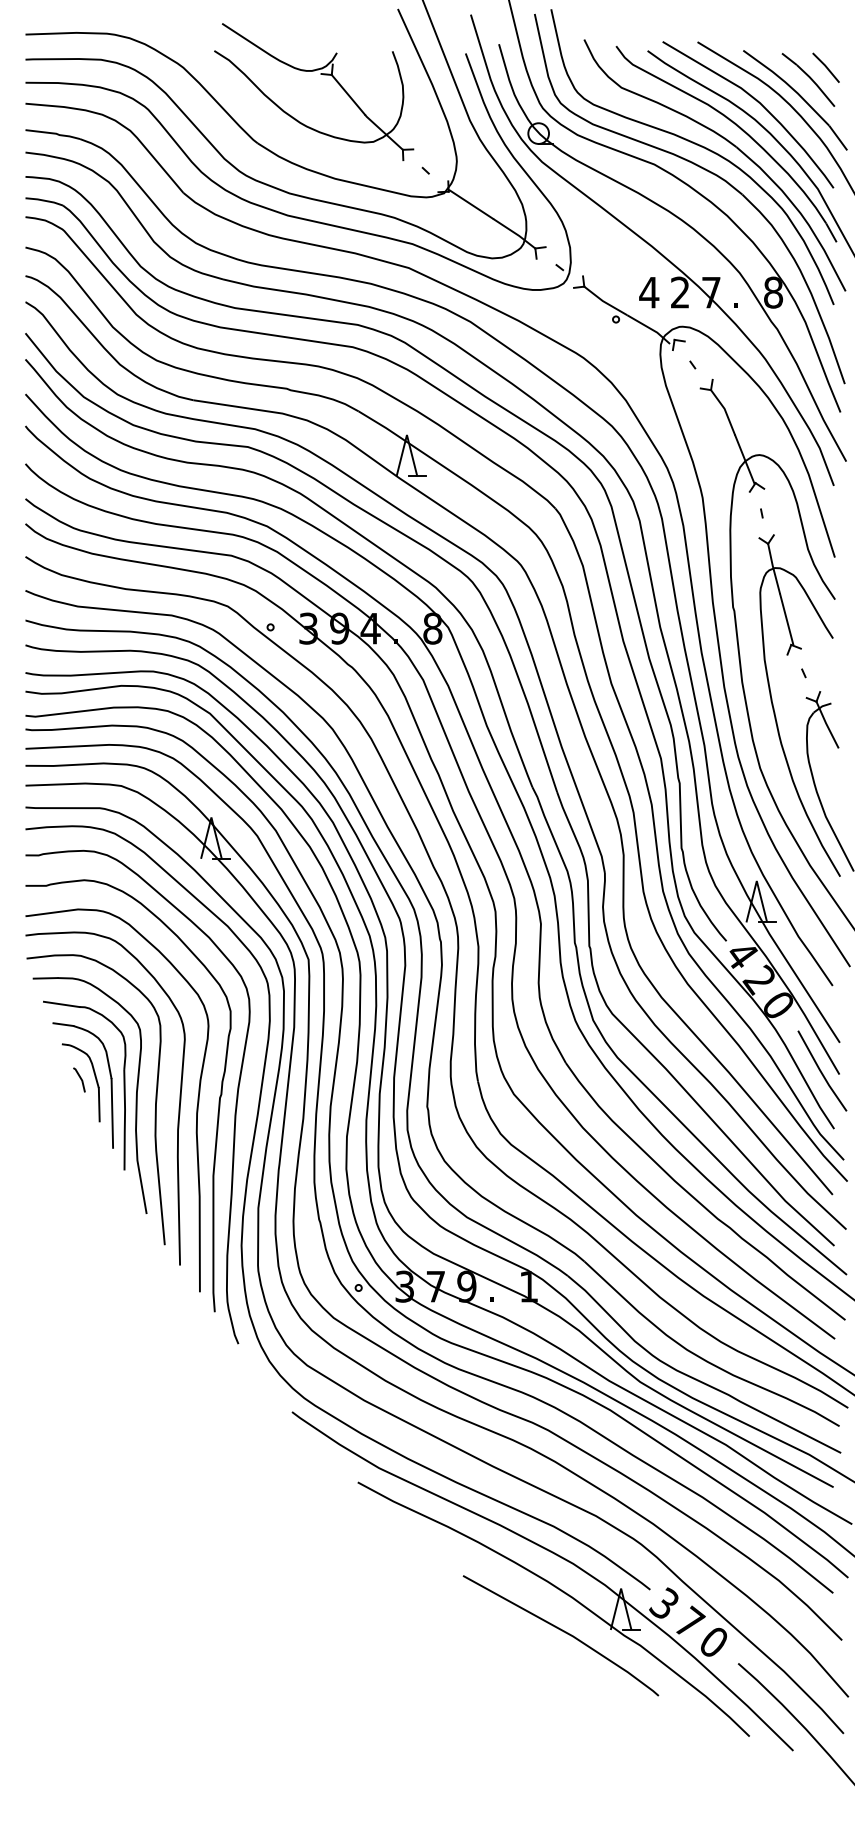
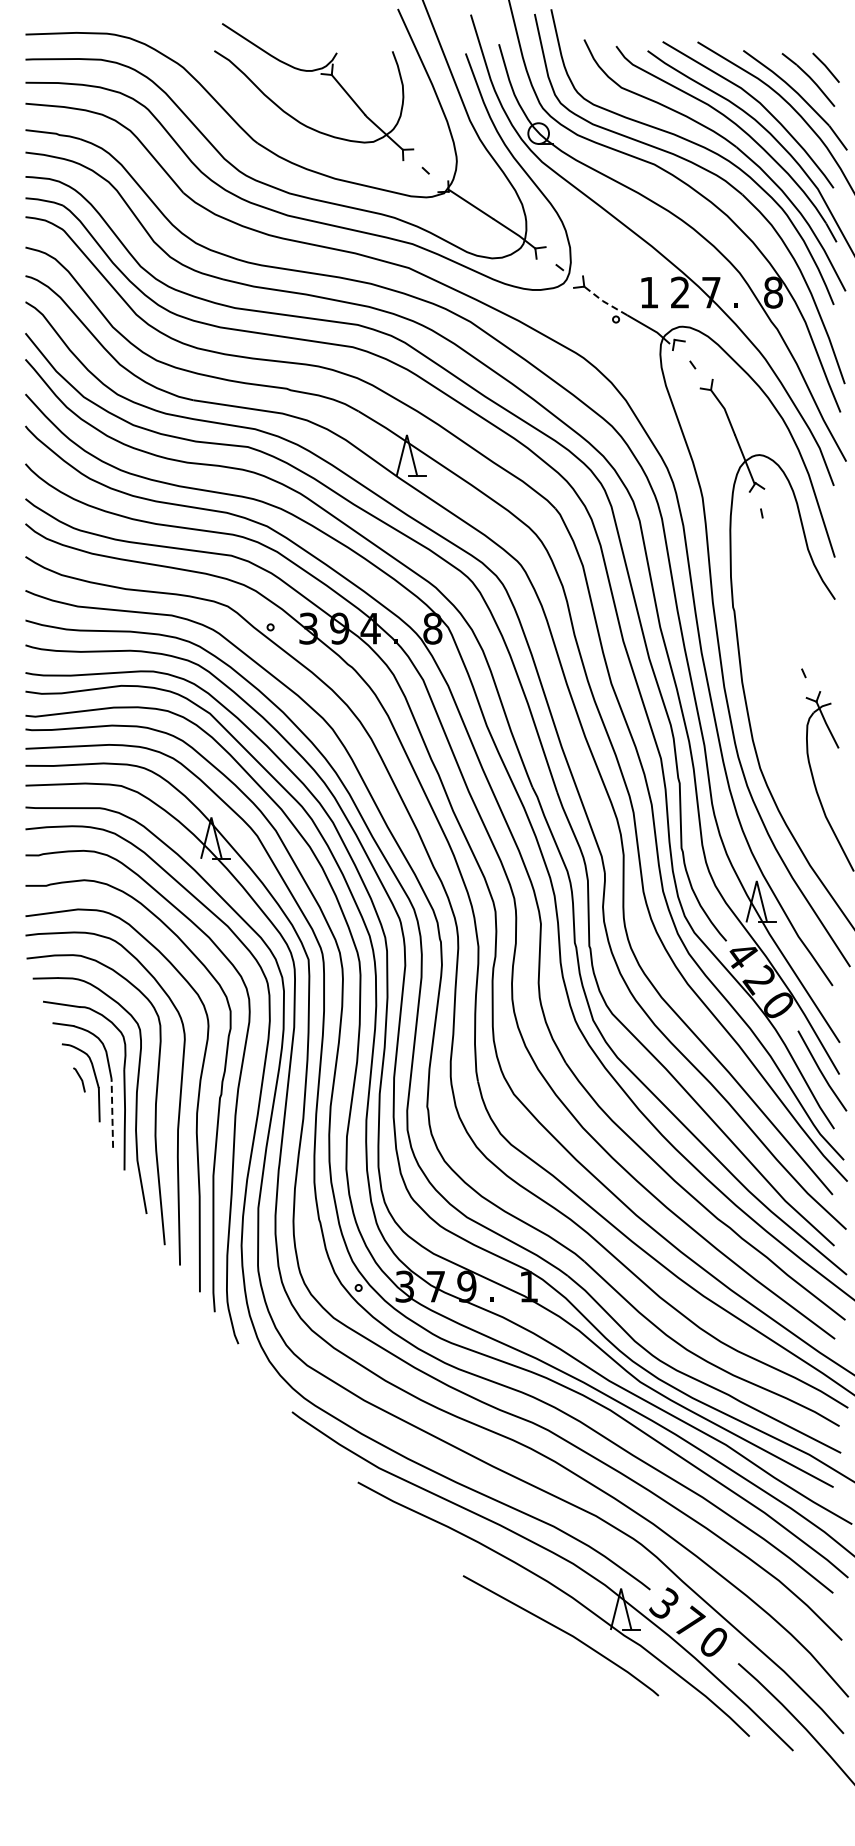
text at (649, 292): 4 -> 1
line at (604, 302): solid -> dashed
part at (775, 712): present -> none
line at (112, 1112): solid -> dashed
